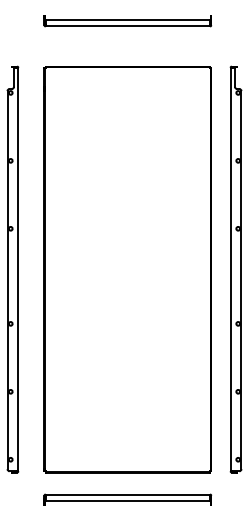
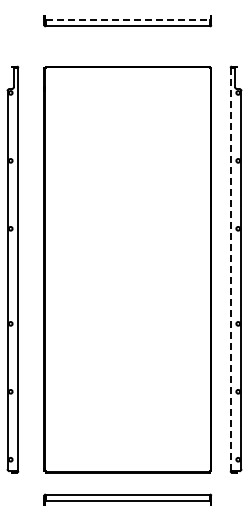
line at (128, 19): solid -> dashed
line at (230, 269): solid -> dashed
